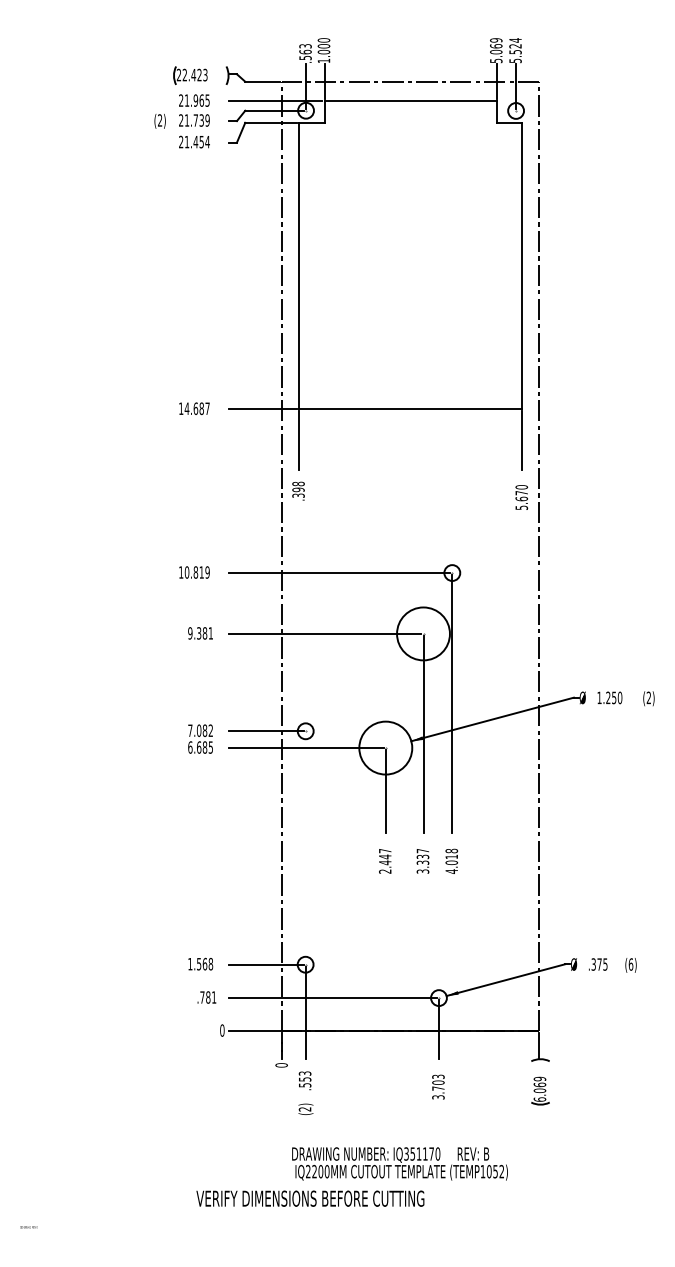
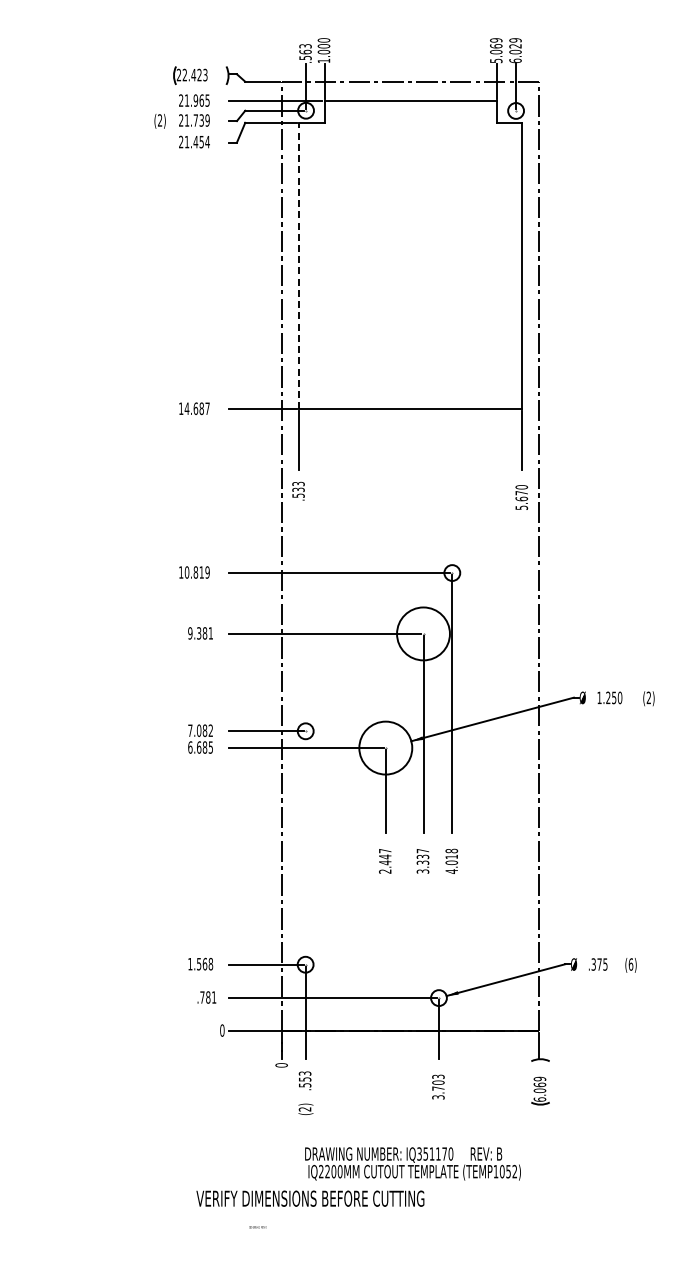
text at (515, 50): 5.524 -> 6.029
line at (299, 265): solid -> dashed
text at (298, 489): .398 -> .533
text at (399, 1163) position: (399, 1163) -> (412, 1163)
text at (28, 1227) position: (28, 1227) -> (257, 1227)
